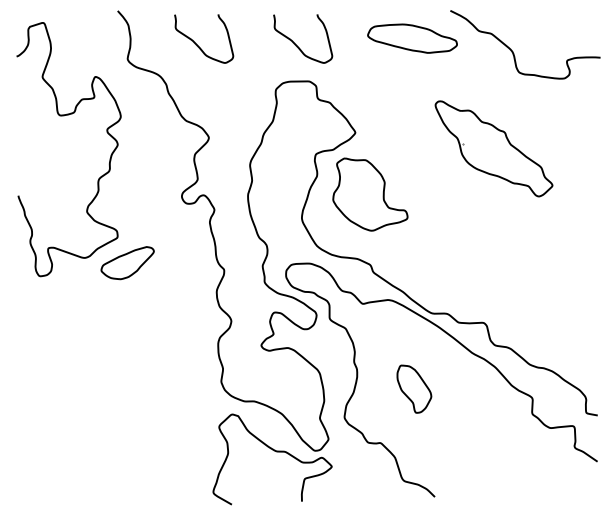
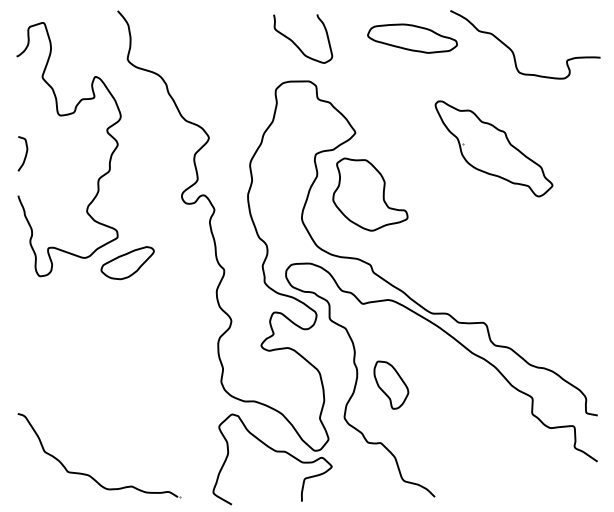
curve at (197, 44): present -> none
curve at (25, 153): none -> present
part at (414, 388) position: (414, 388) -> (391, 384)
part at (89, 474): none -> present
